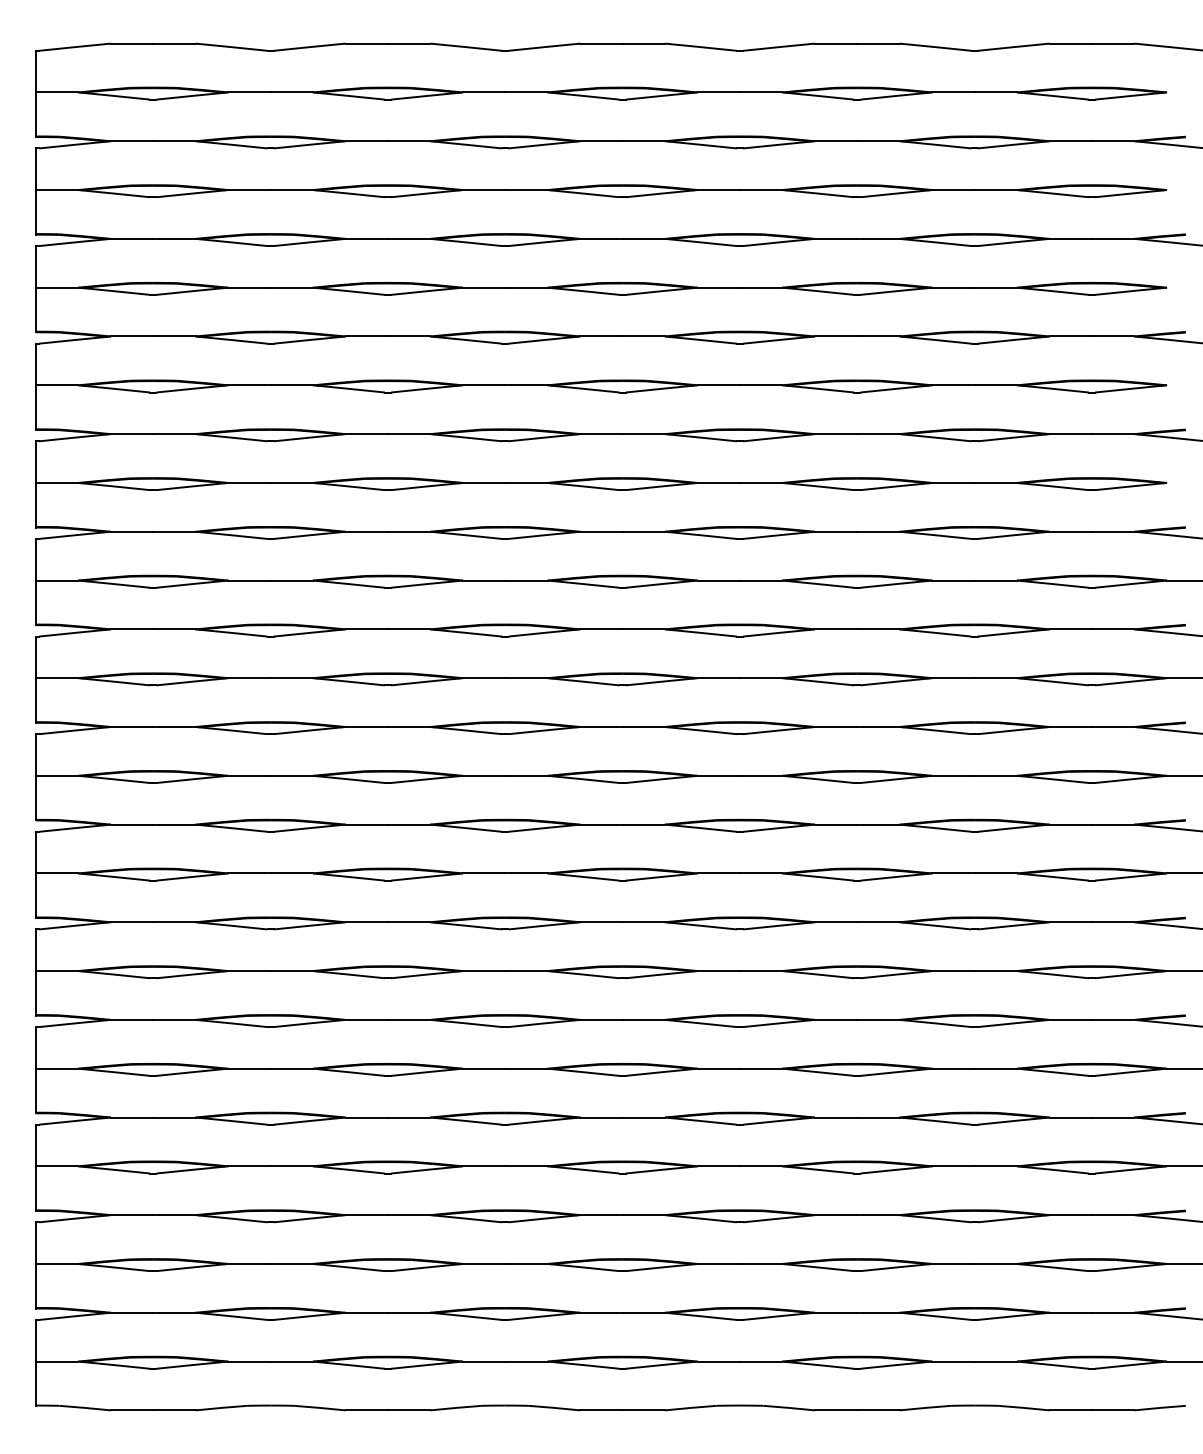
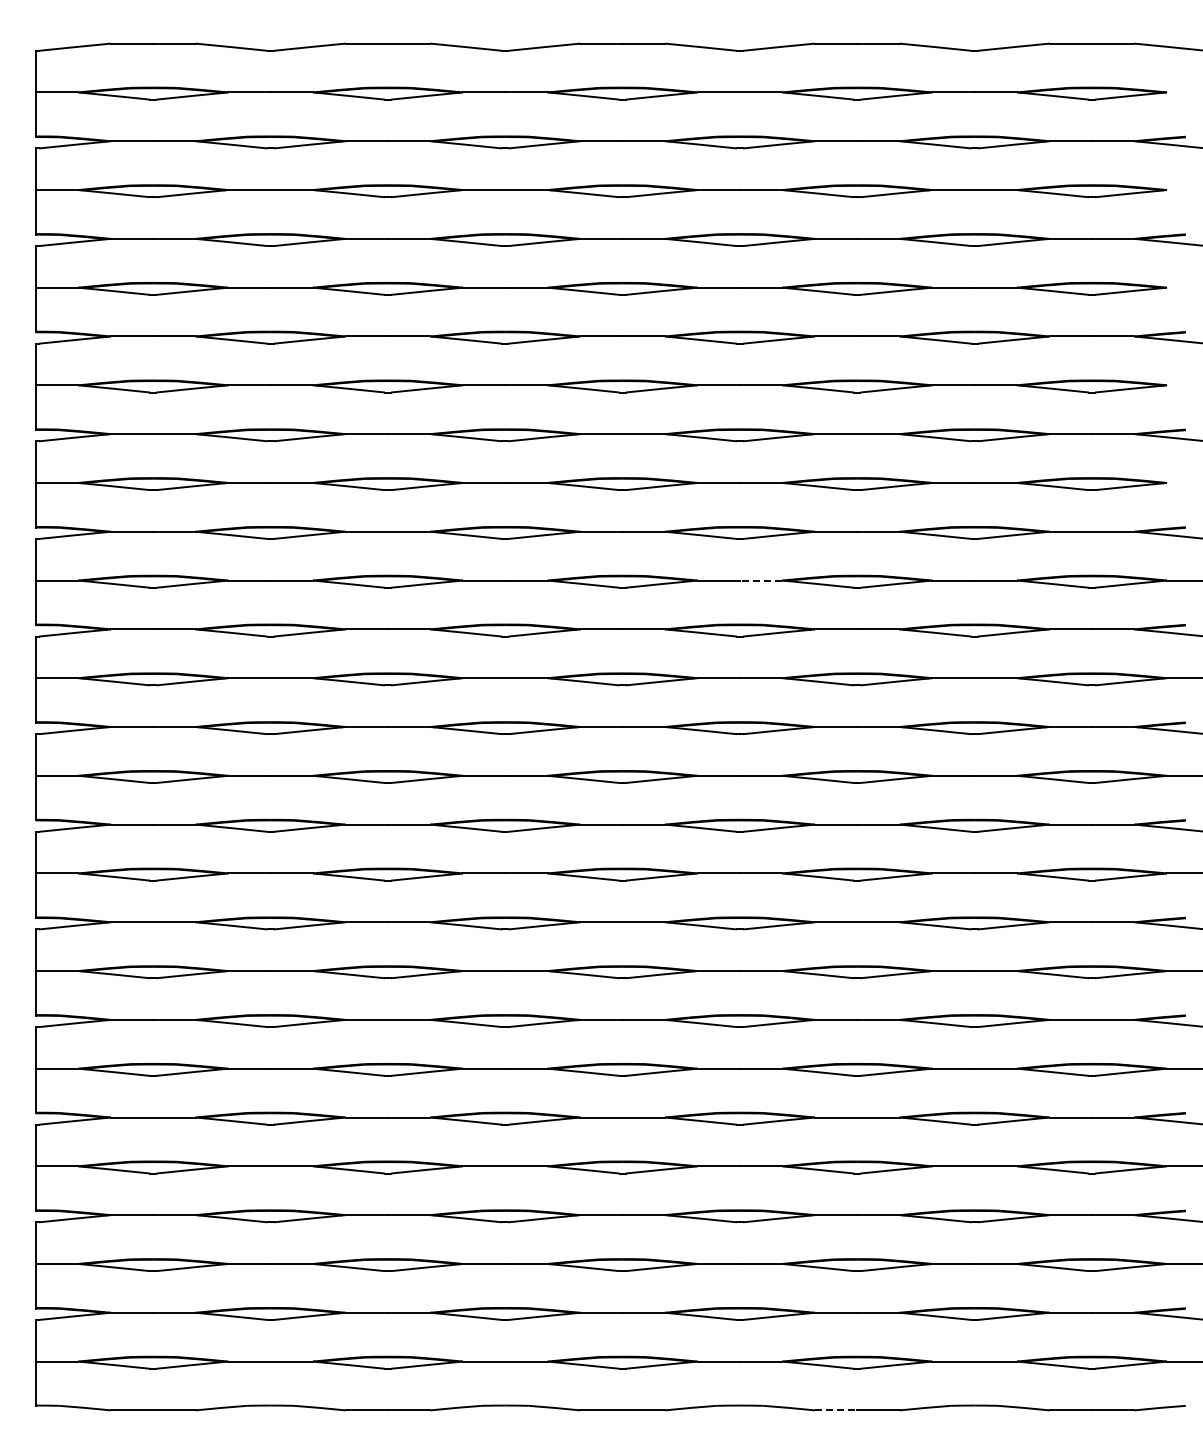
line at (760, 580): solid -> dashed
line at (836, 1410): solid -> dashed
